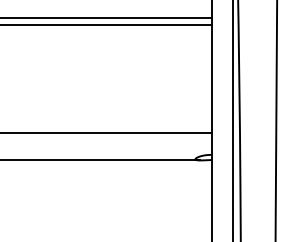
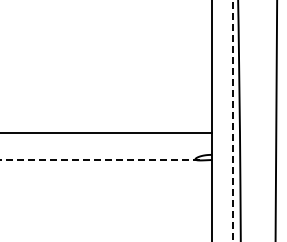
line at (107, 17): present -> none
line at (107, 25): present -> none
line at (232, 121): solid -> dashed
line at (100, 160): solid -> dashed
